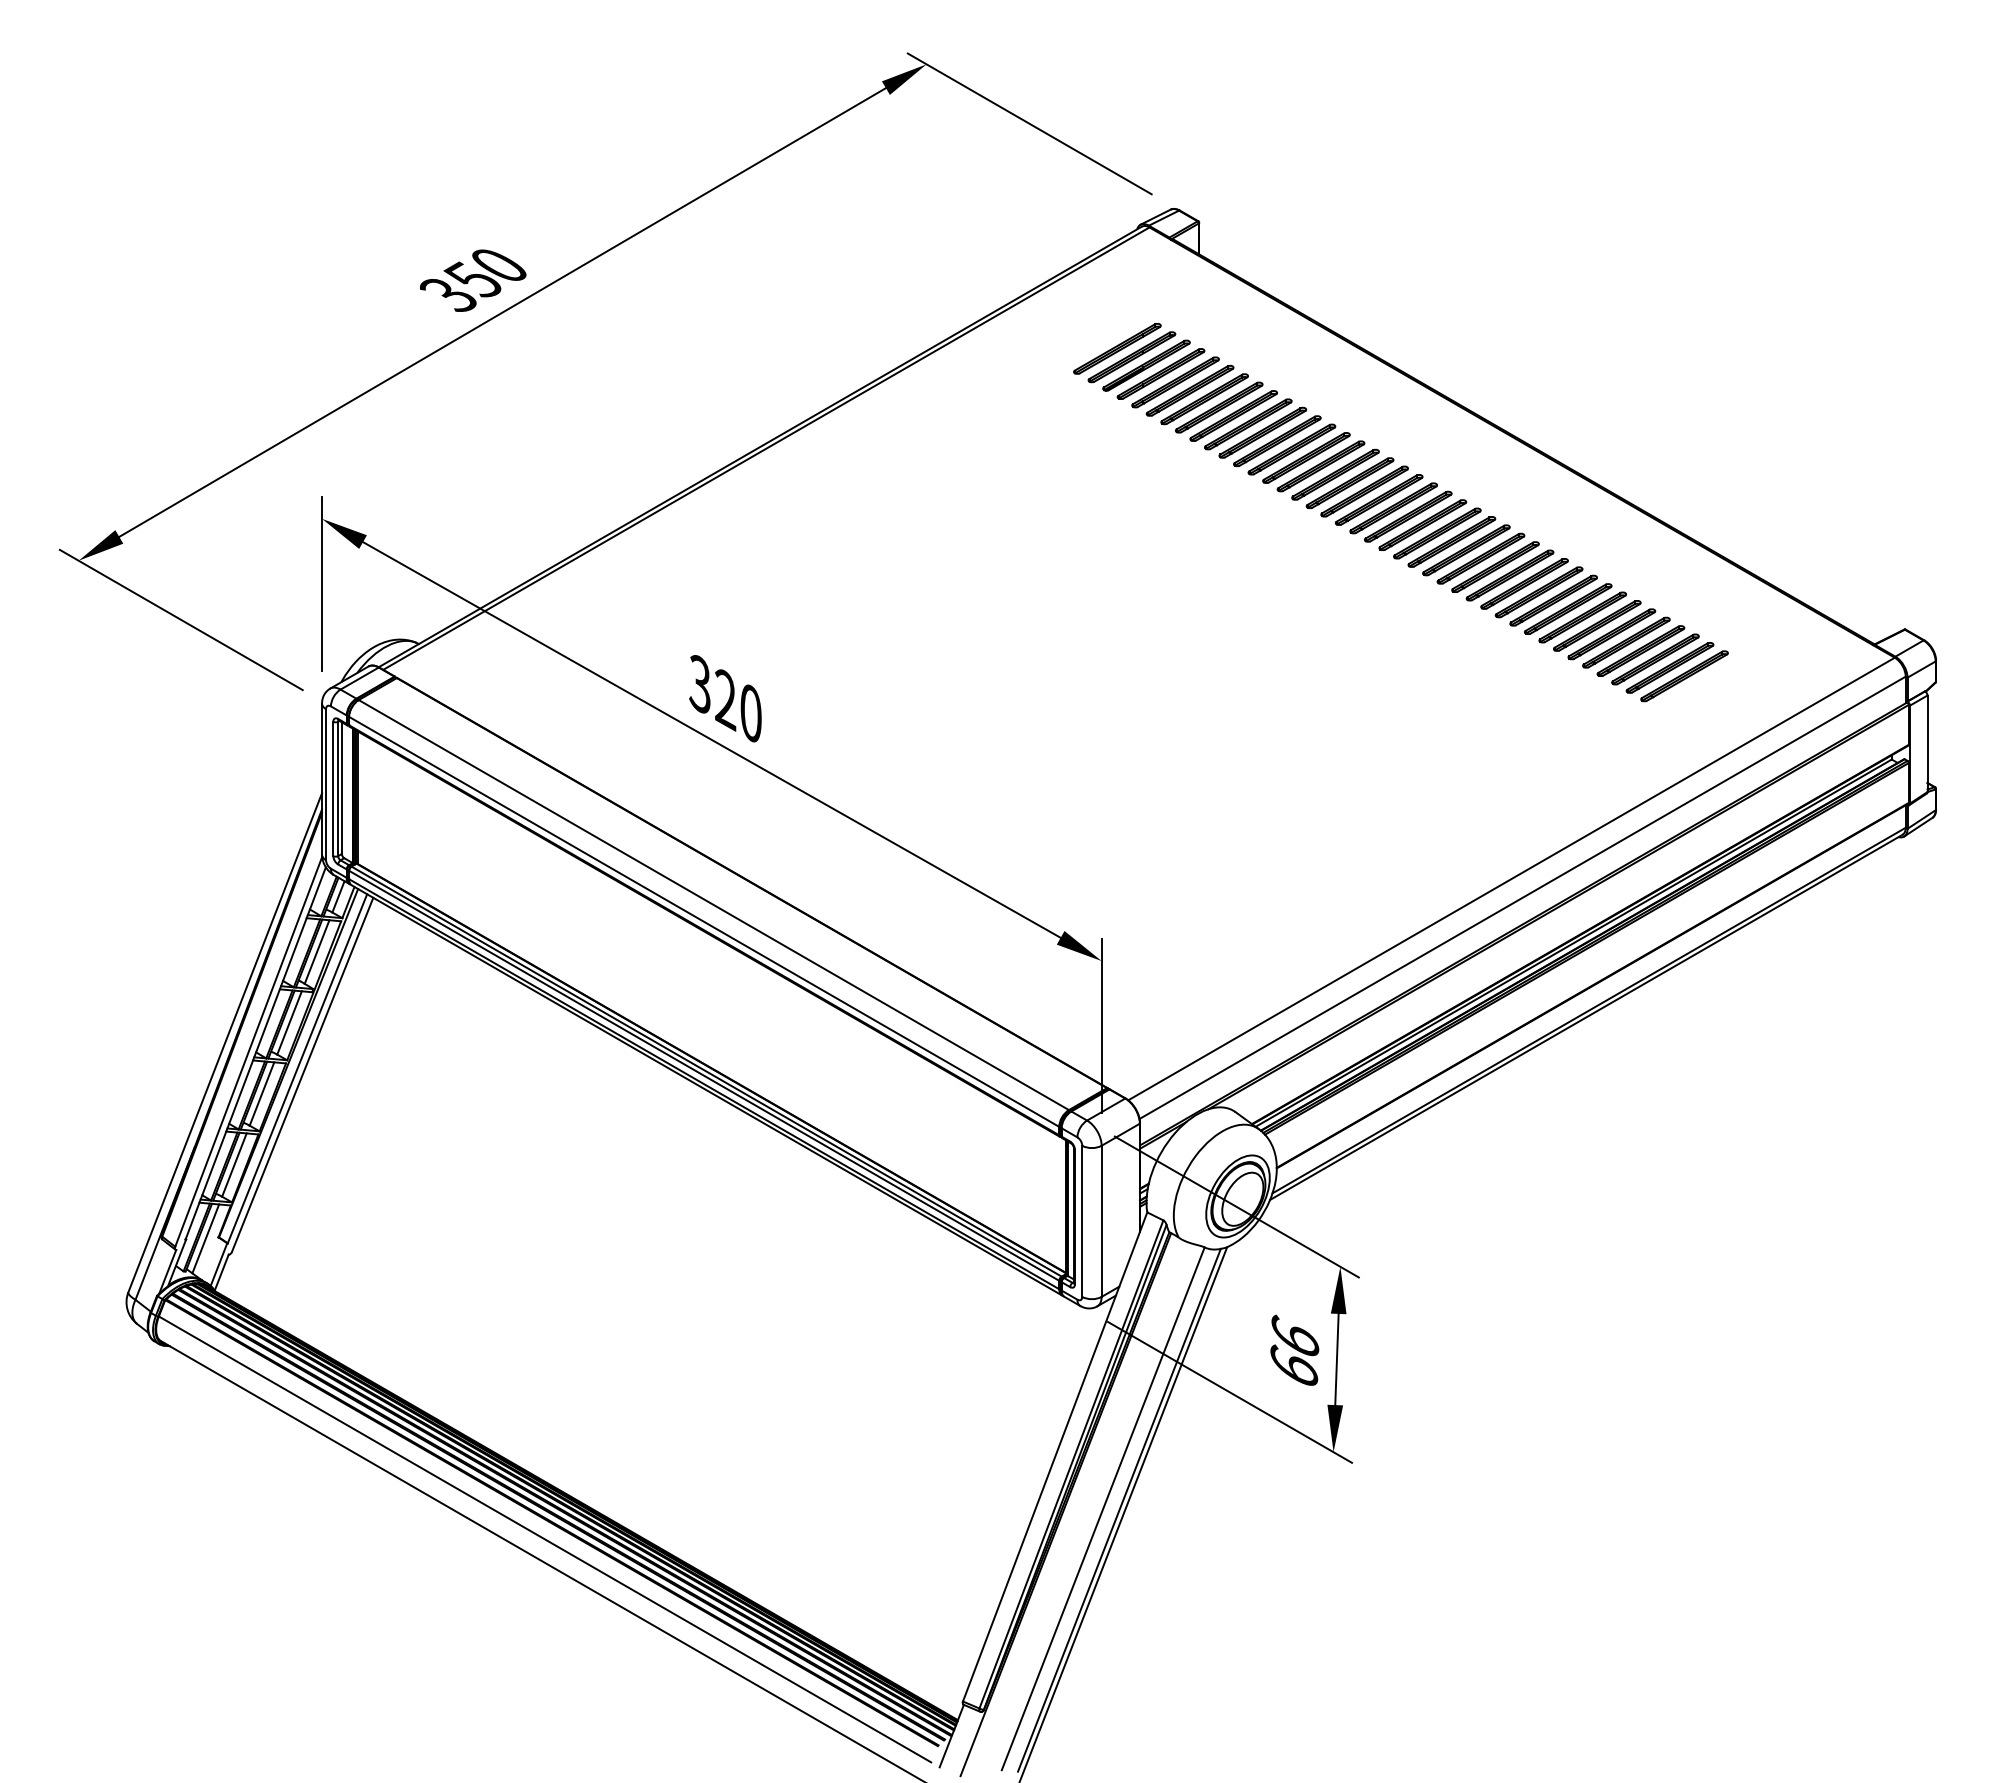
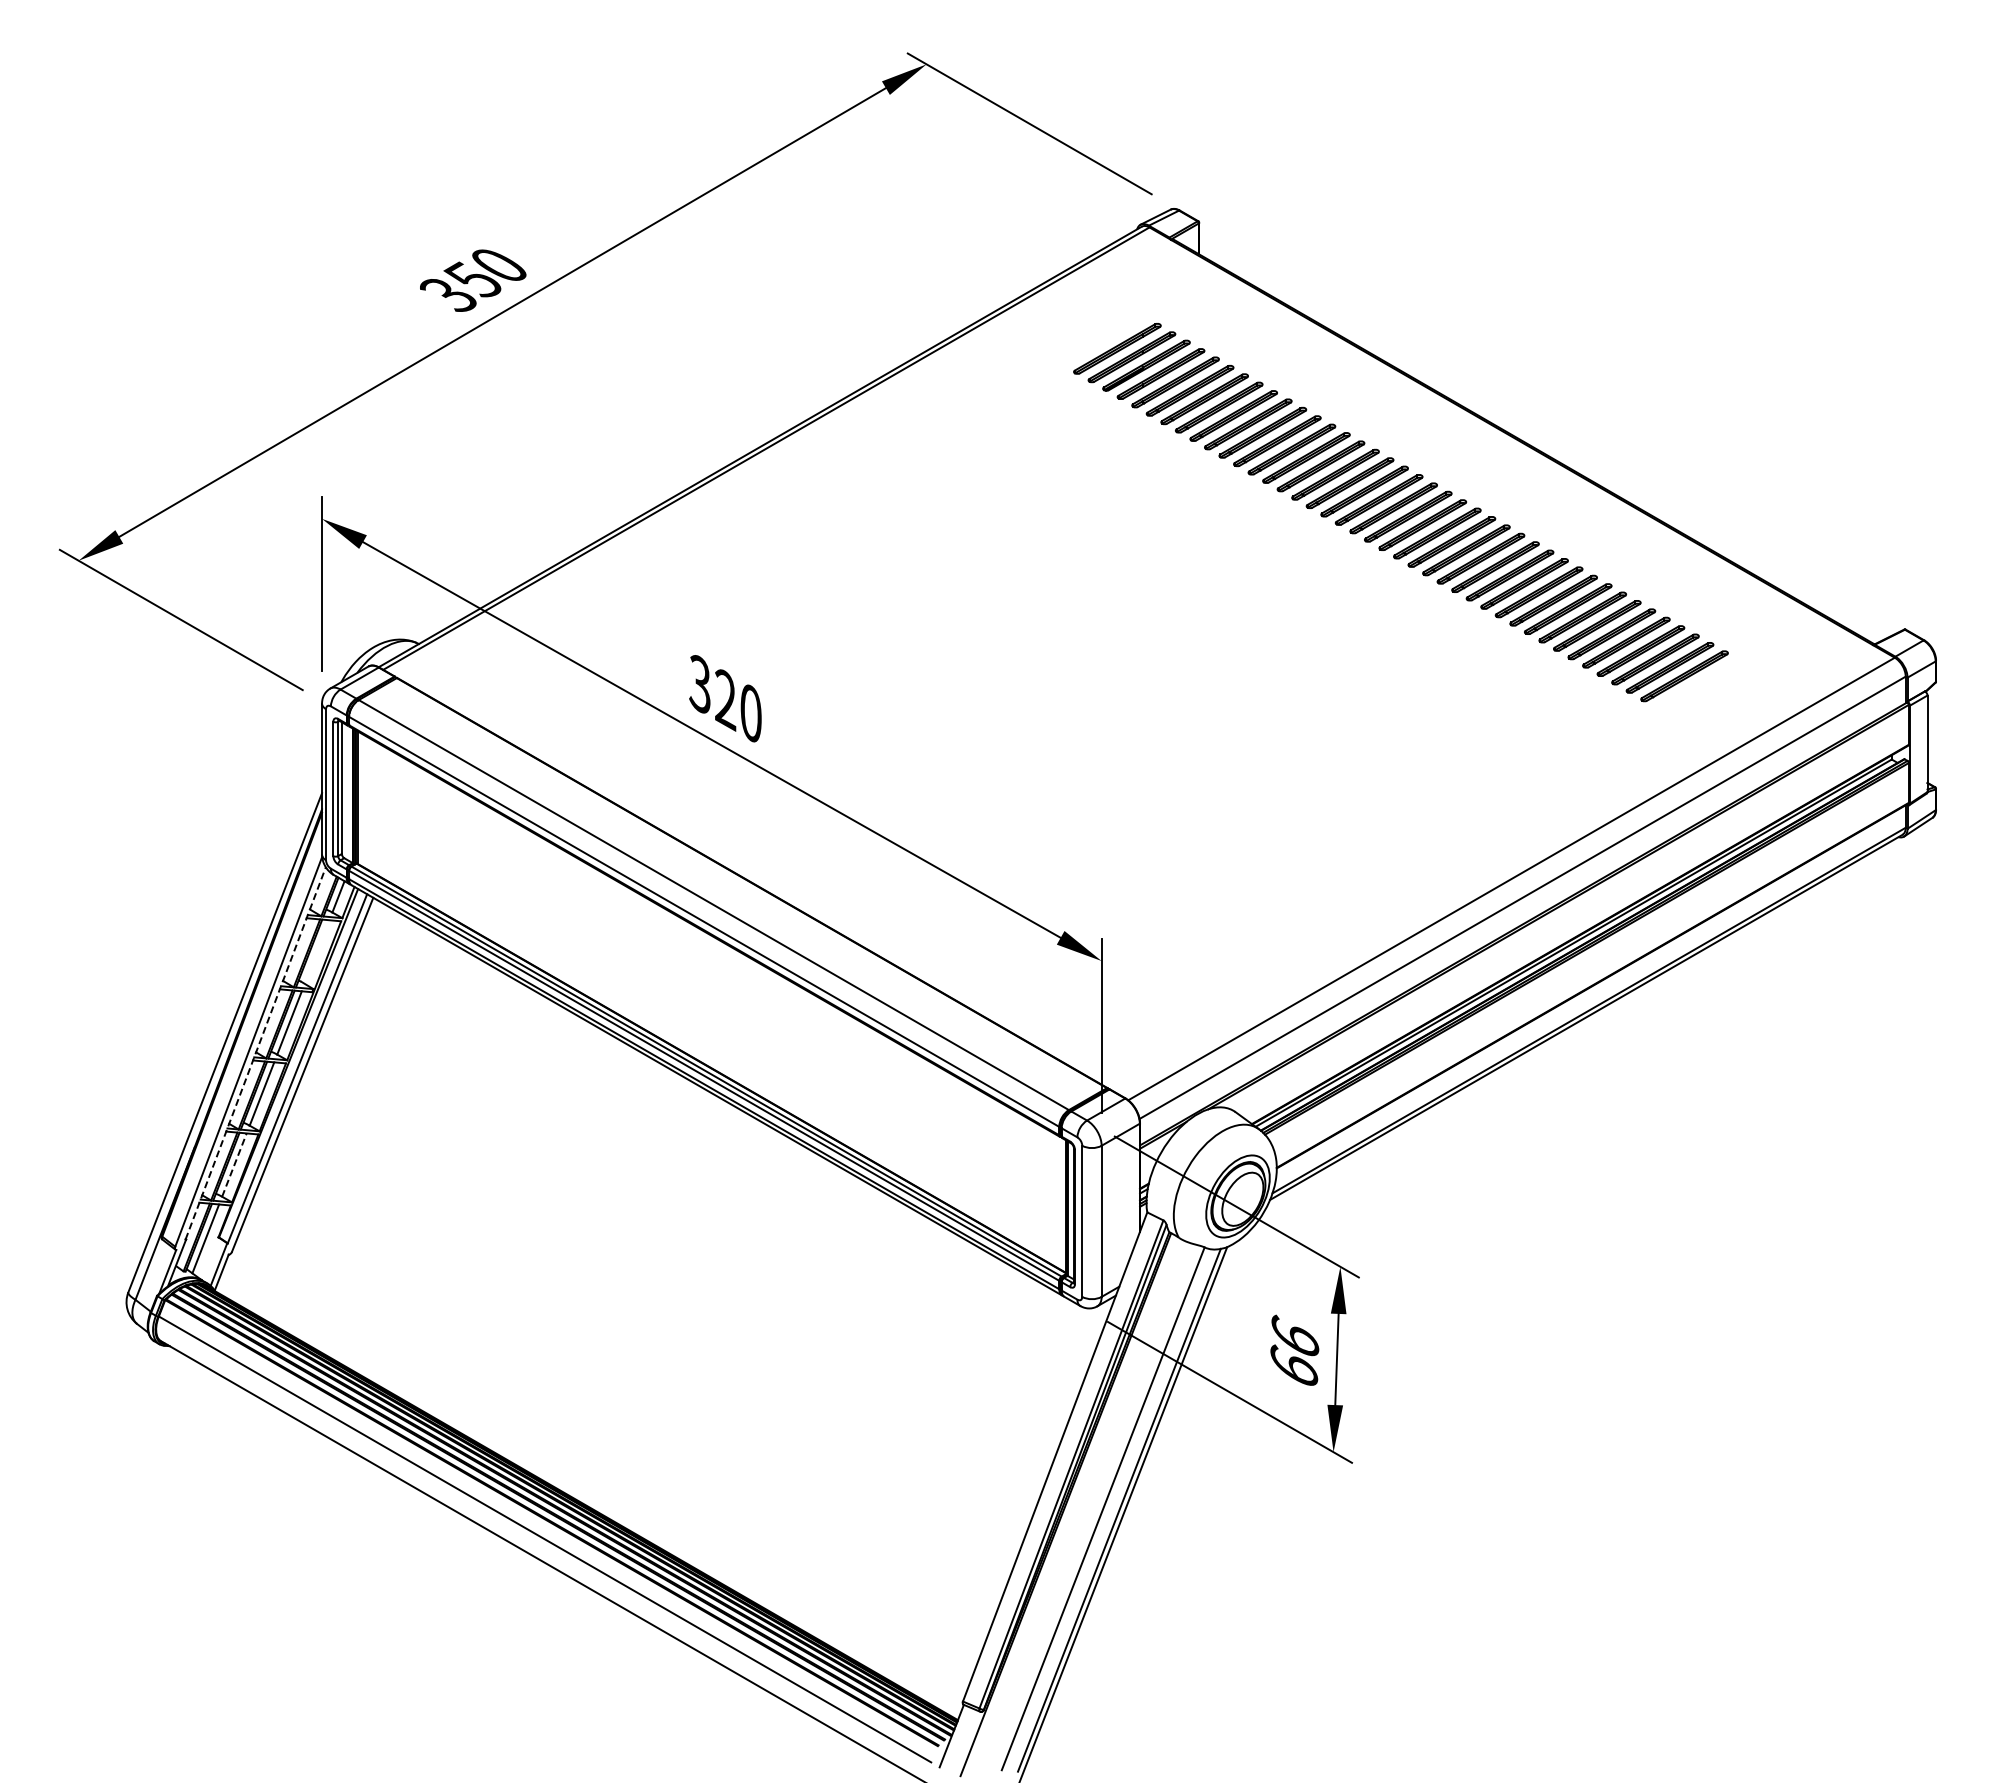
line at (316, 951): present -> none
line at (255, 1053): solid -> dashed
line at (234, 1165): solid -> dashed
